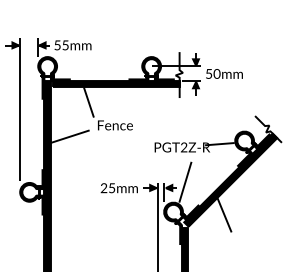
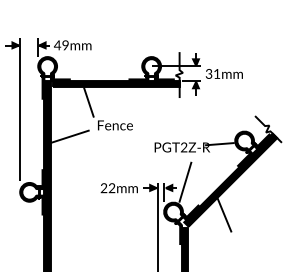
text at (61, 45): 55mm -> 49mm
text at (212, 73): 50mm -> 31mm
text at (111, 188): 25mm -> 22mm
